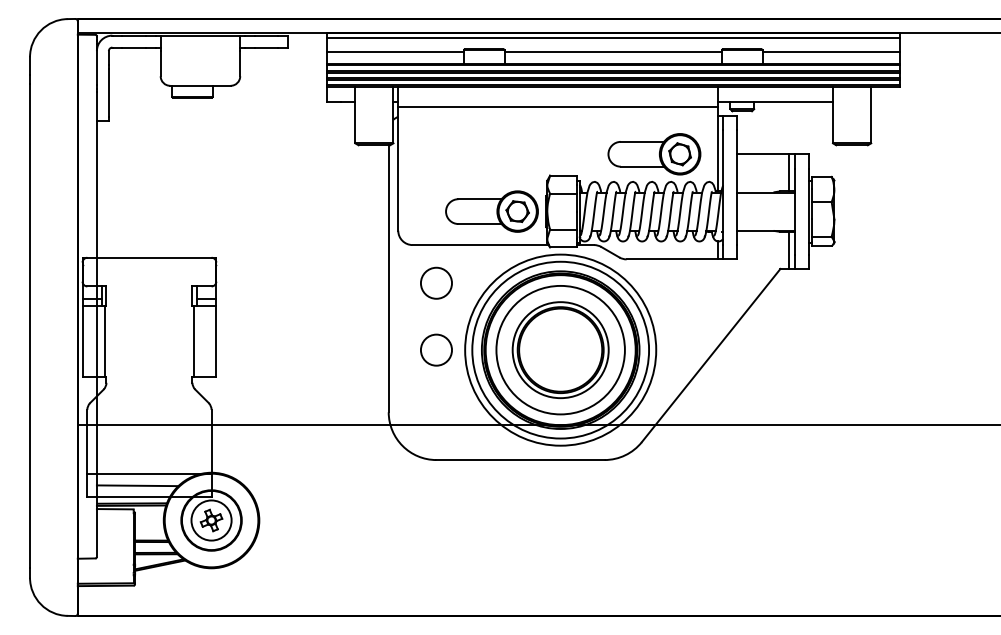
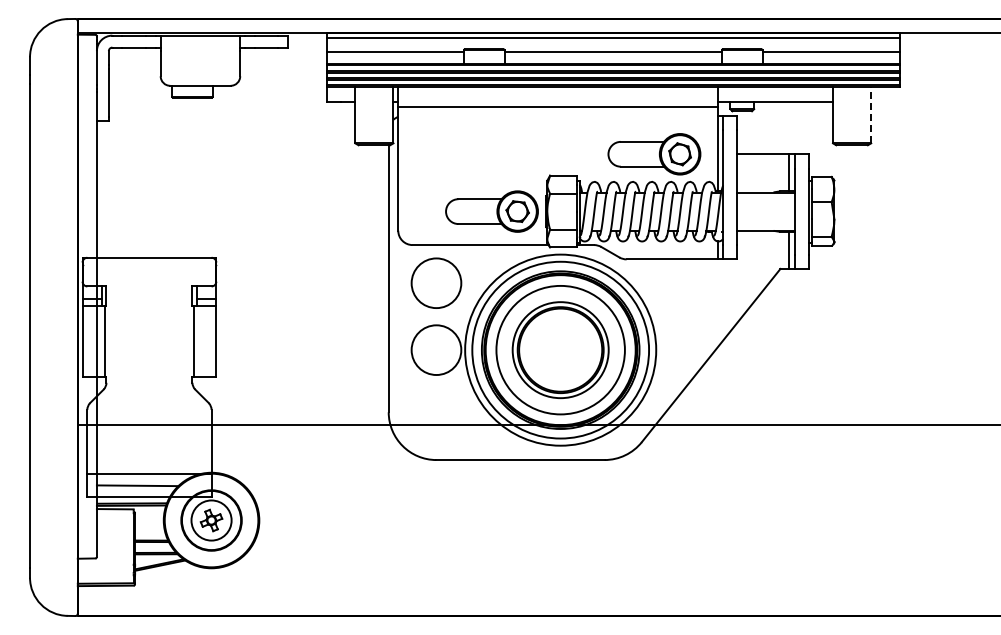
line at (871, 115): solid -> dashed
circle at (436, 282) diameter: 31 px -> 50 px
circle at (436, 349) diameter: 31 px -> 50 px
